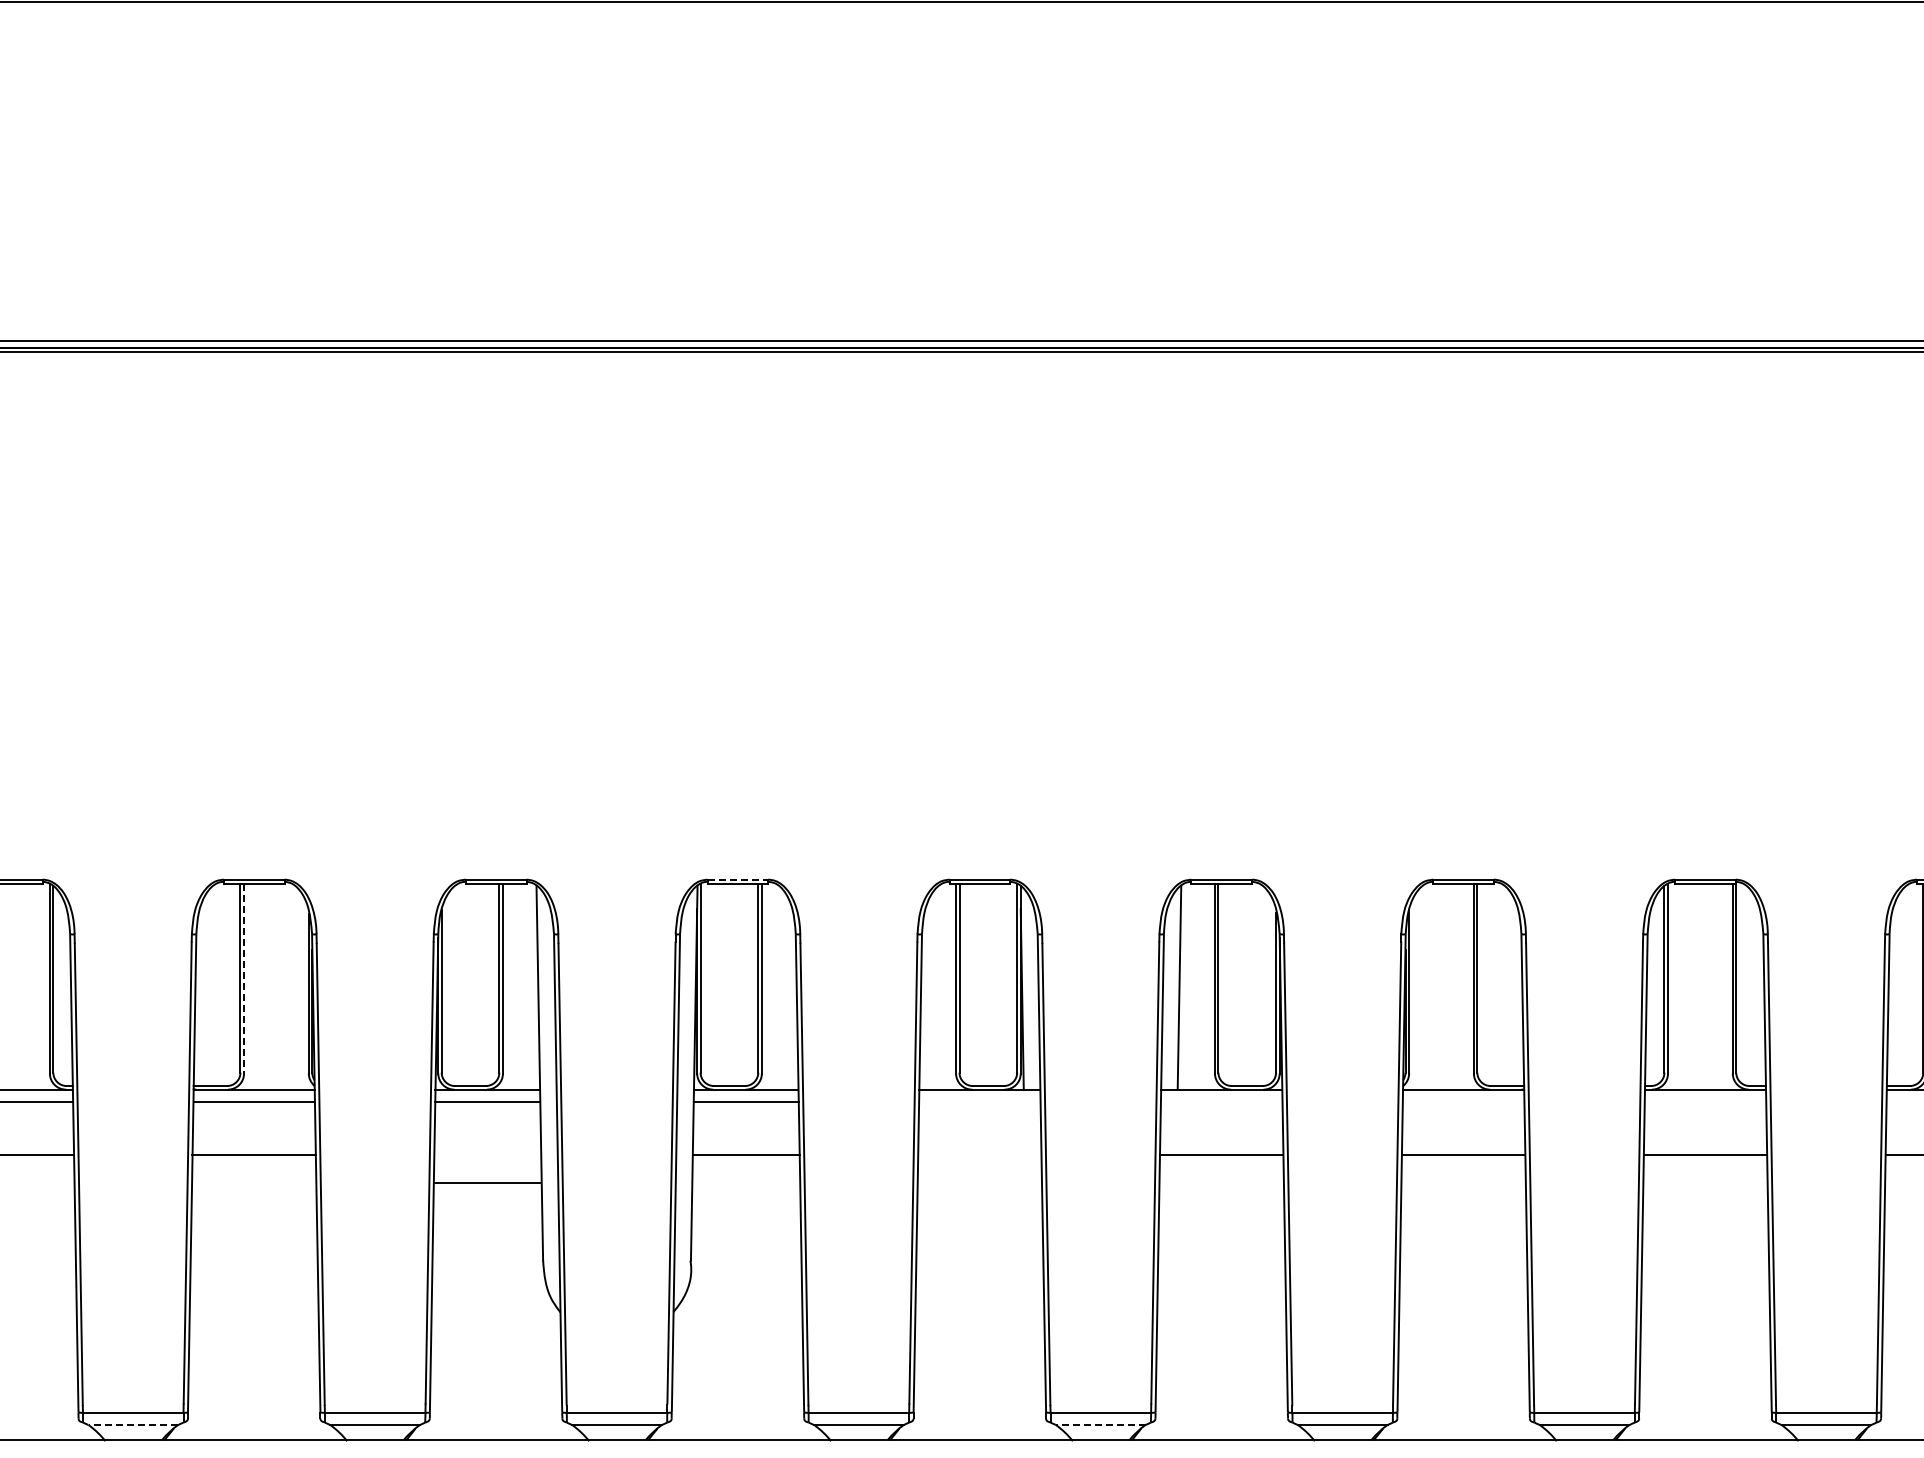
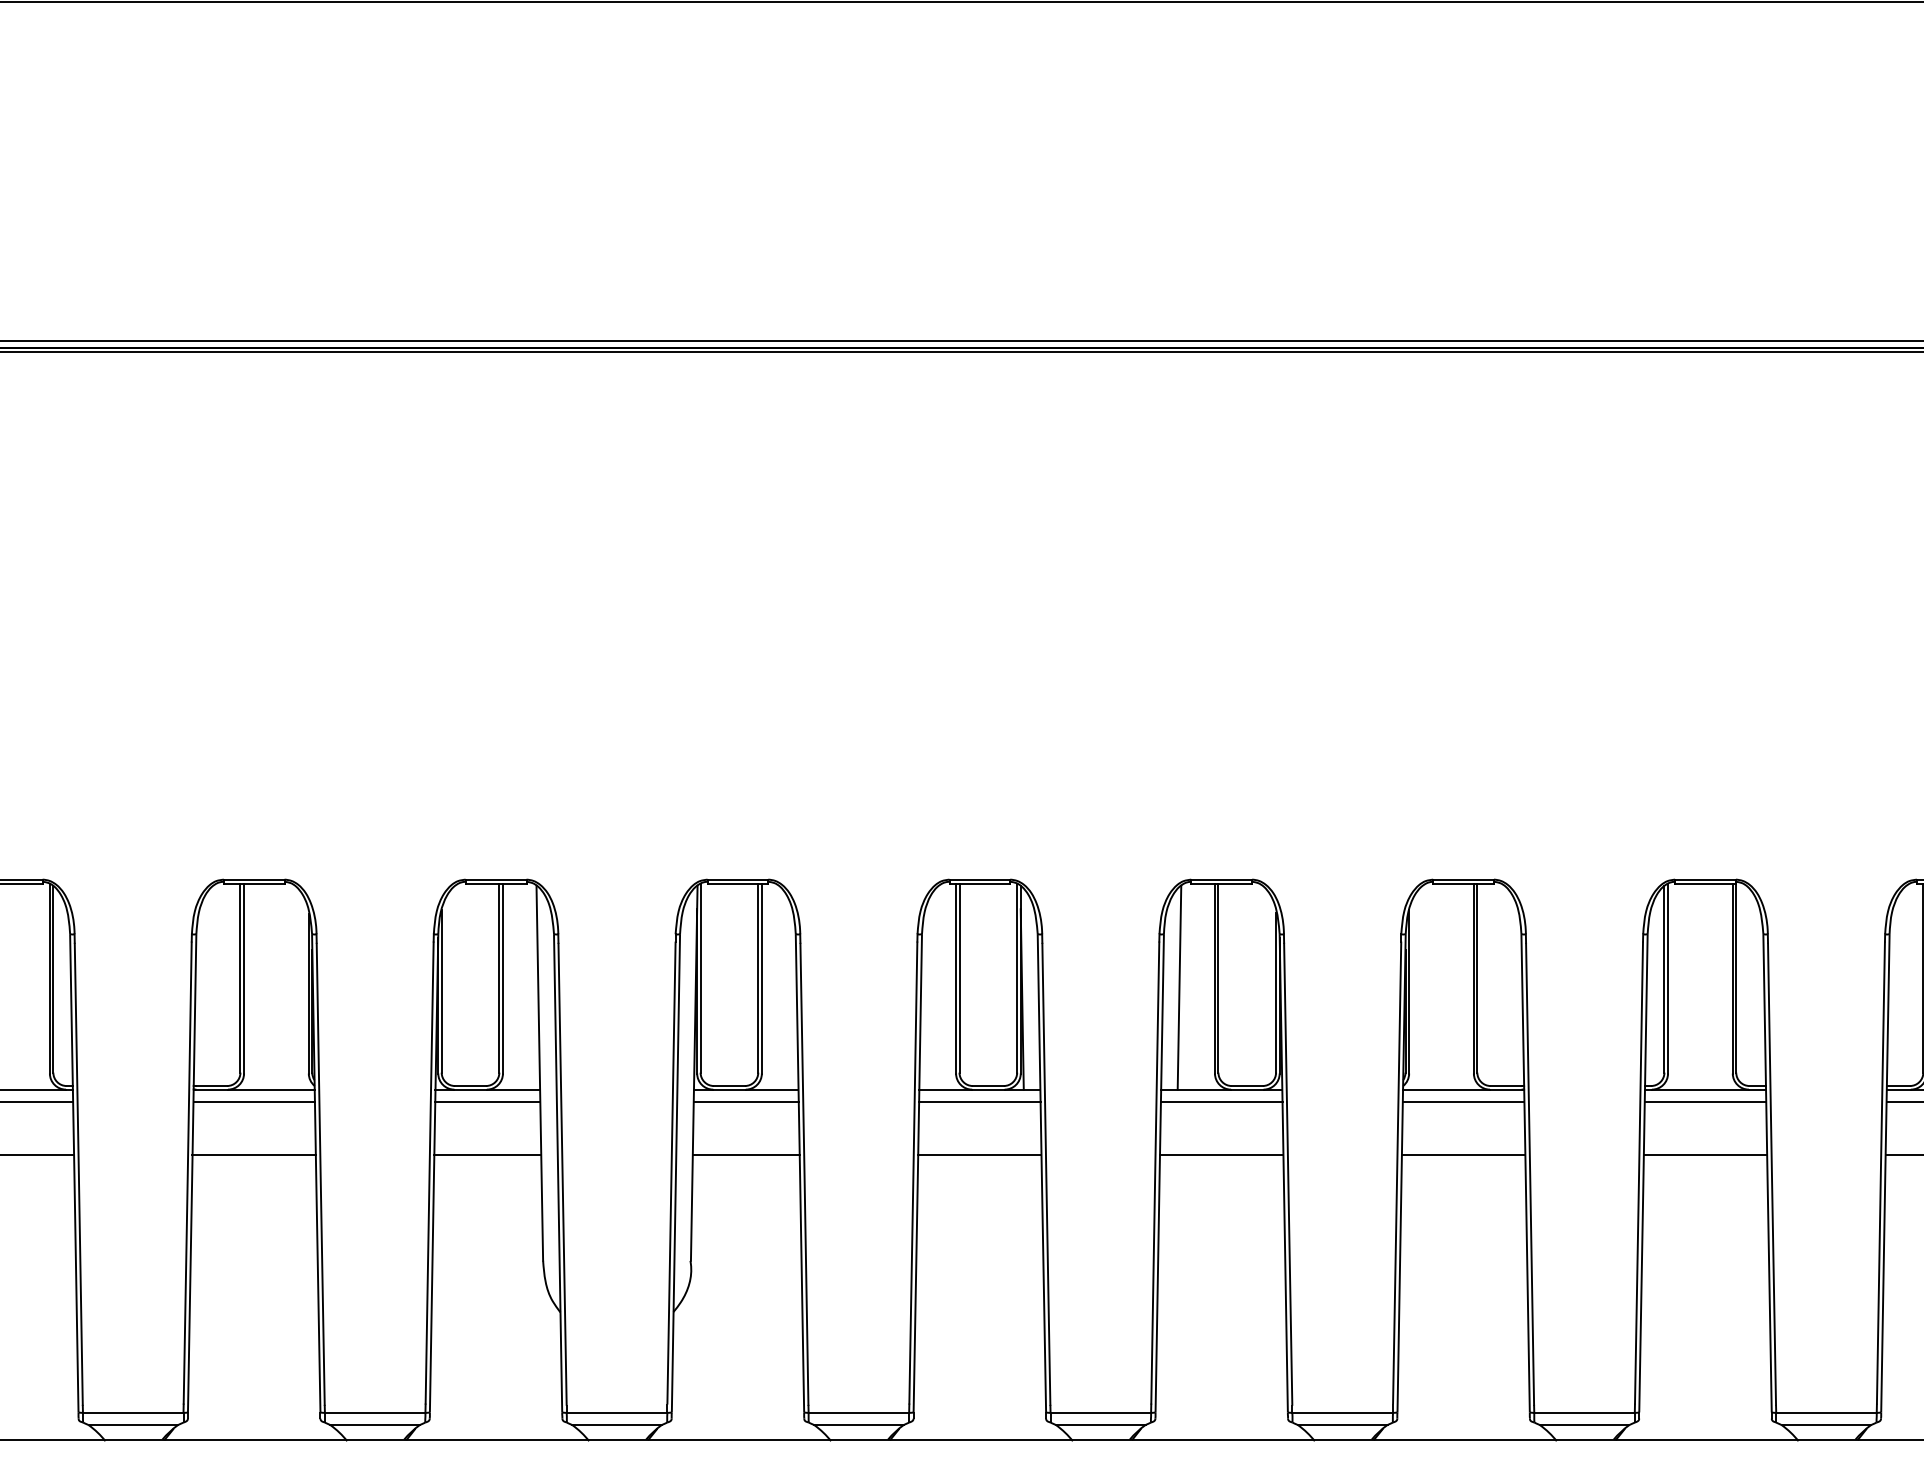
line at (738, 879): dashed -> solid
line at (244, 978): dashed -> solid
line at (979, 1101): none -> present
line at (1221, 1101): none -> present
line at (1463, 1101): none -> present
line at (1705, 1101): none -> present
line at (1903, 1101): none -> present
line at (979, 1155): none -> present
line at (487, 1183) position: (487, 1183) -> (487, 1155)
line at (133, 1424): dashed -> solid
line at (1100, 1424): dashed -> solid
